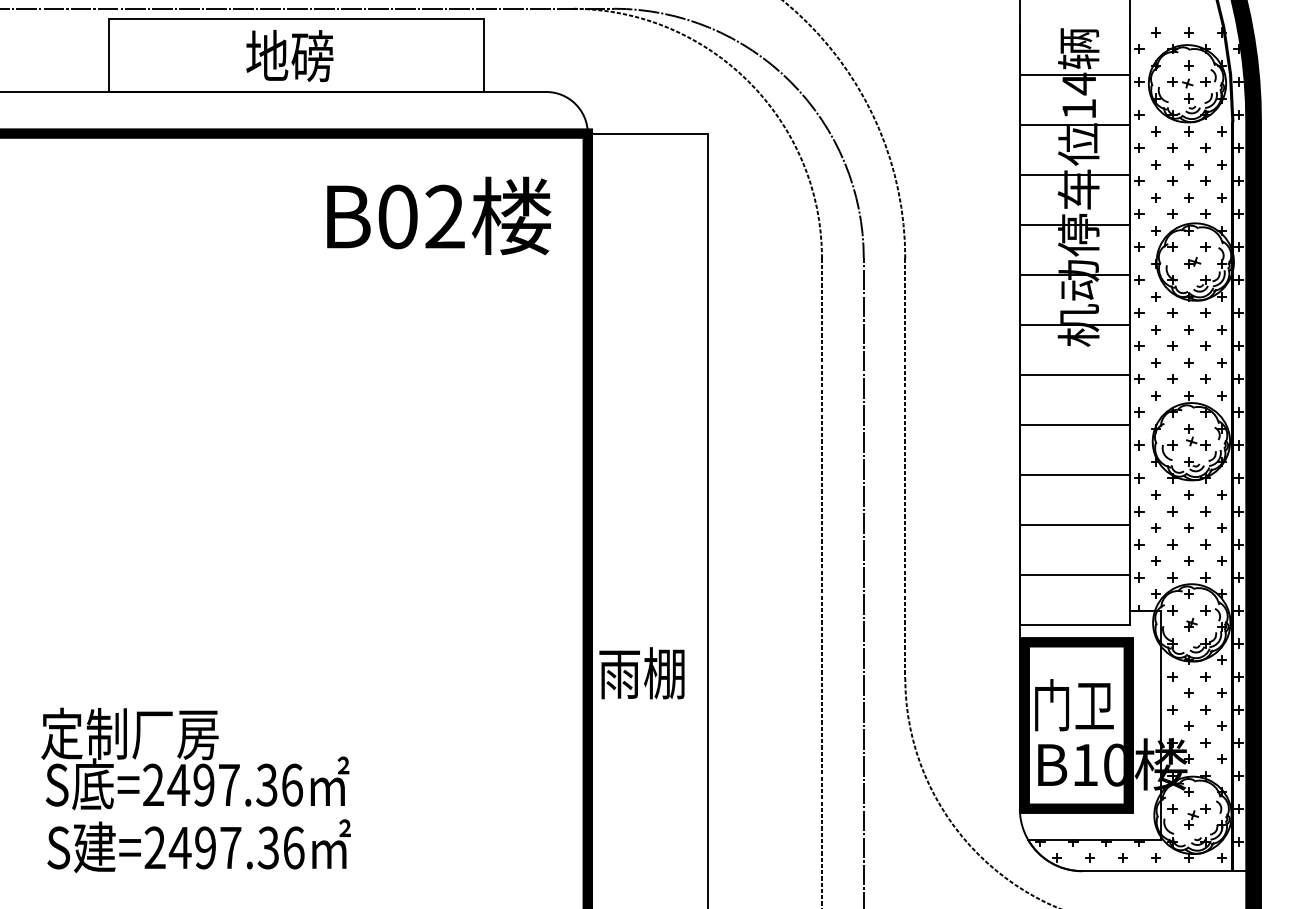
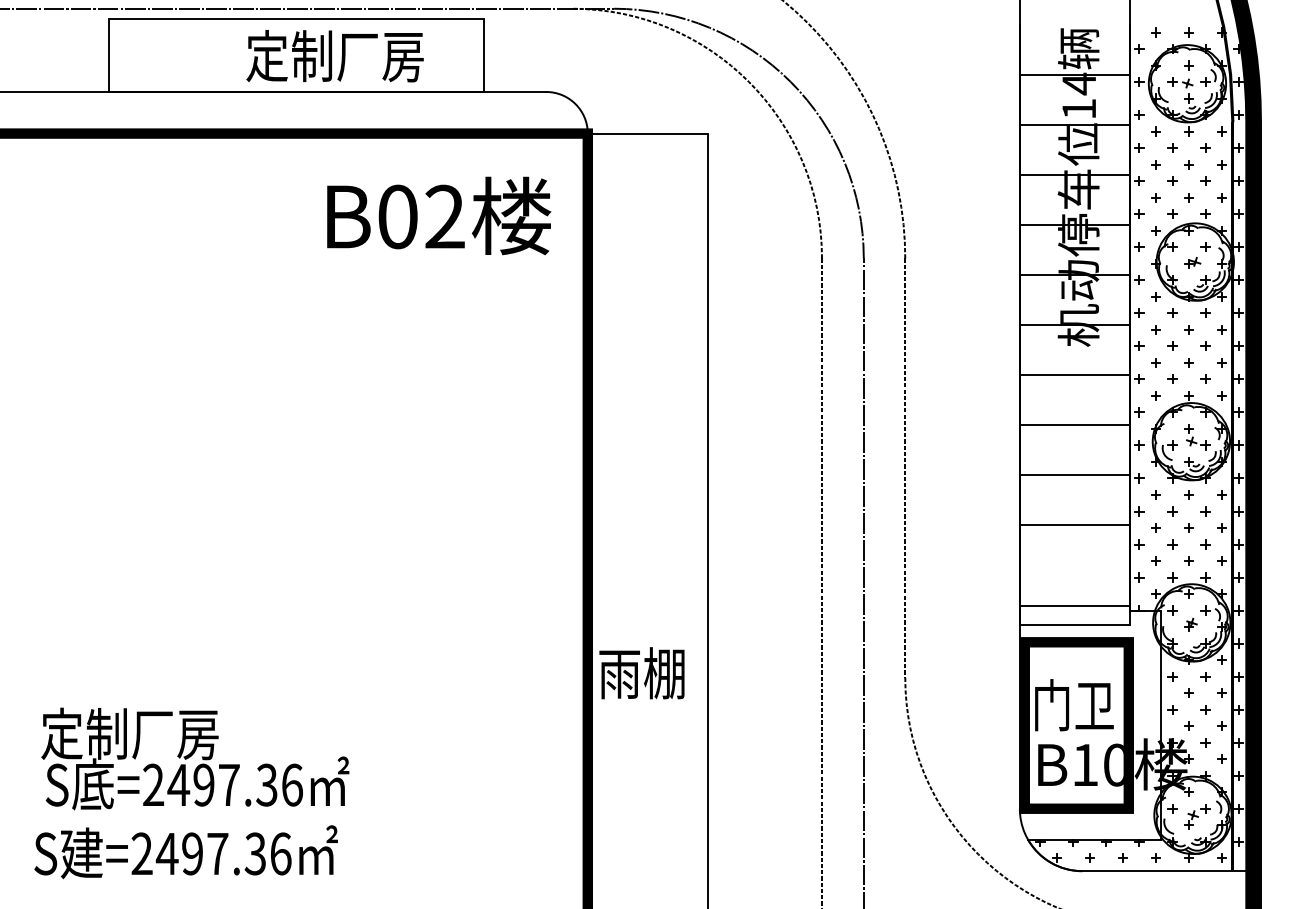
text at (334, 56): 地磅 -> 定制厂房
line at (1074, 574) position: (1074, 574) -> (1074, 605)
text at (198, 846) position: (198, 846) -> (185, 852)
